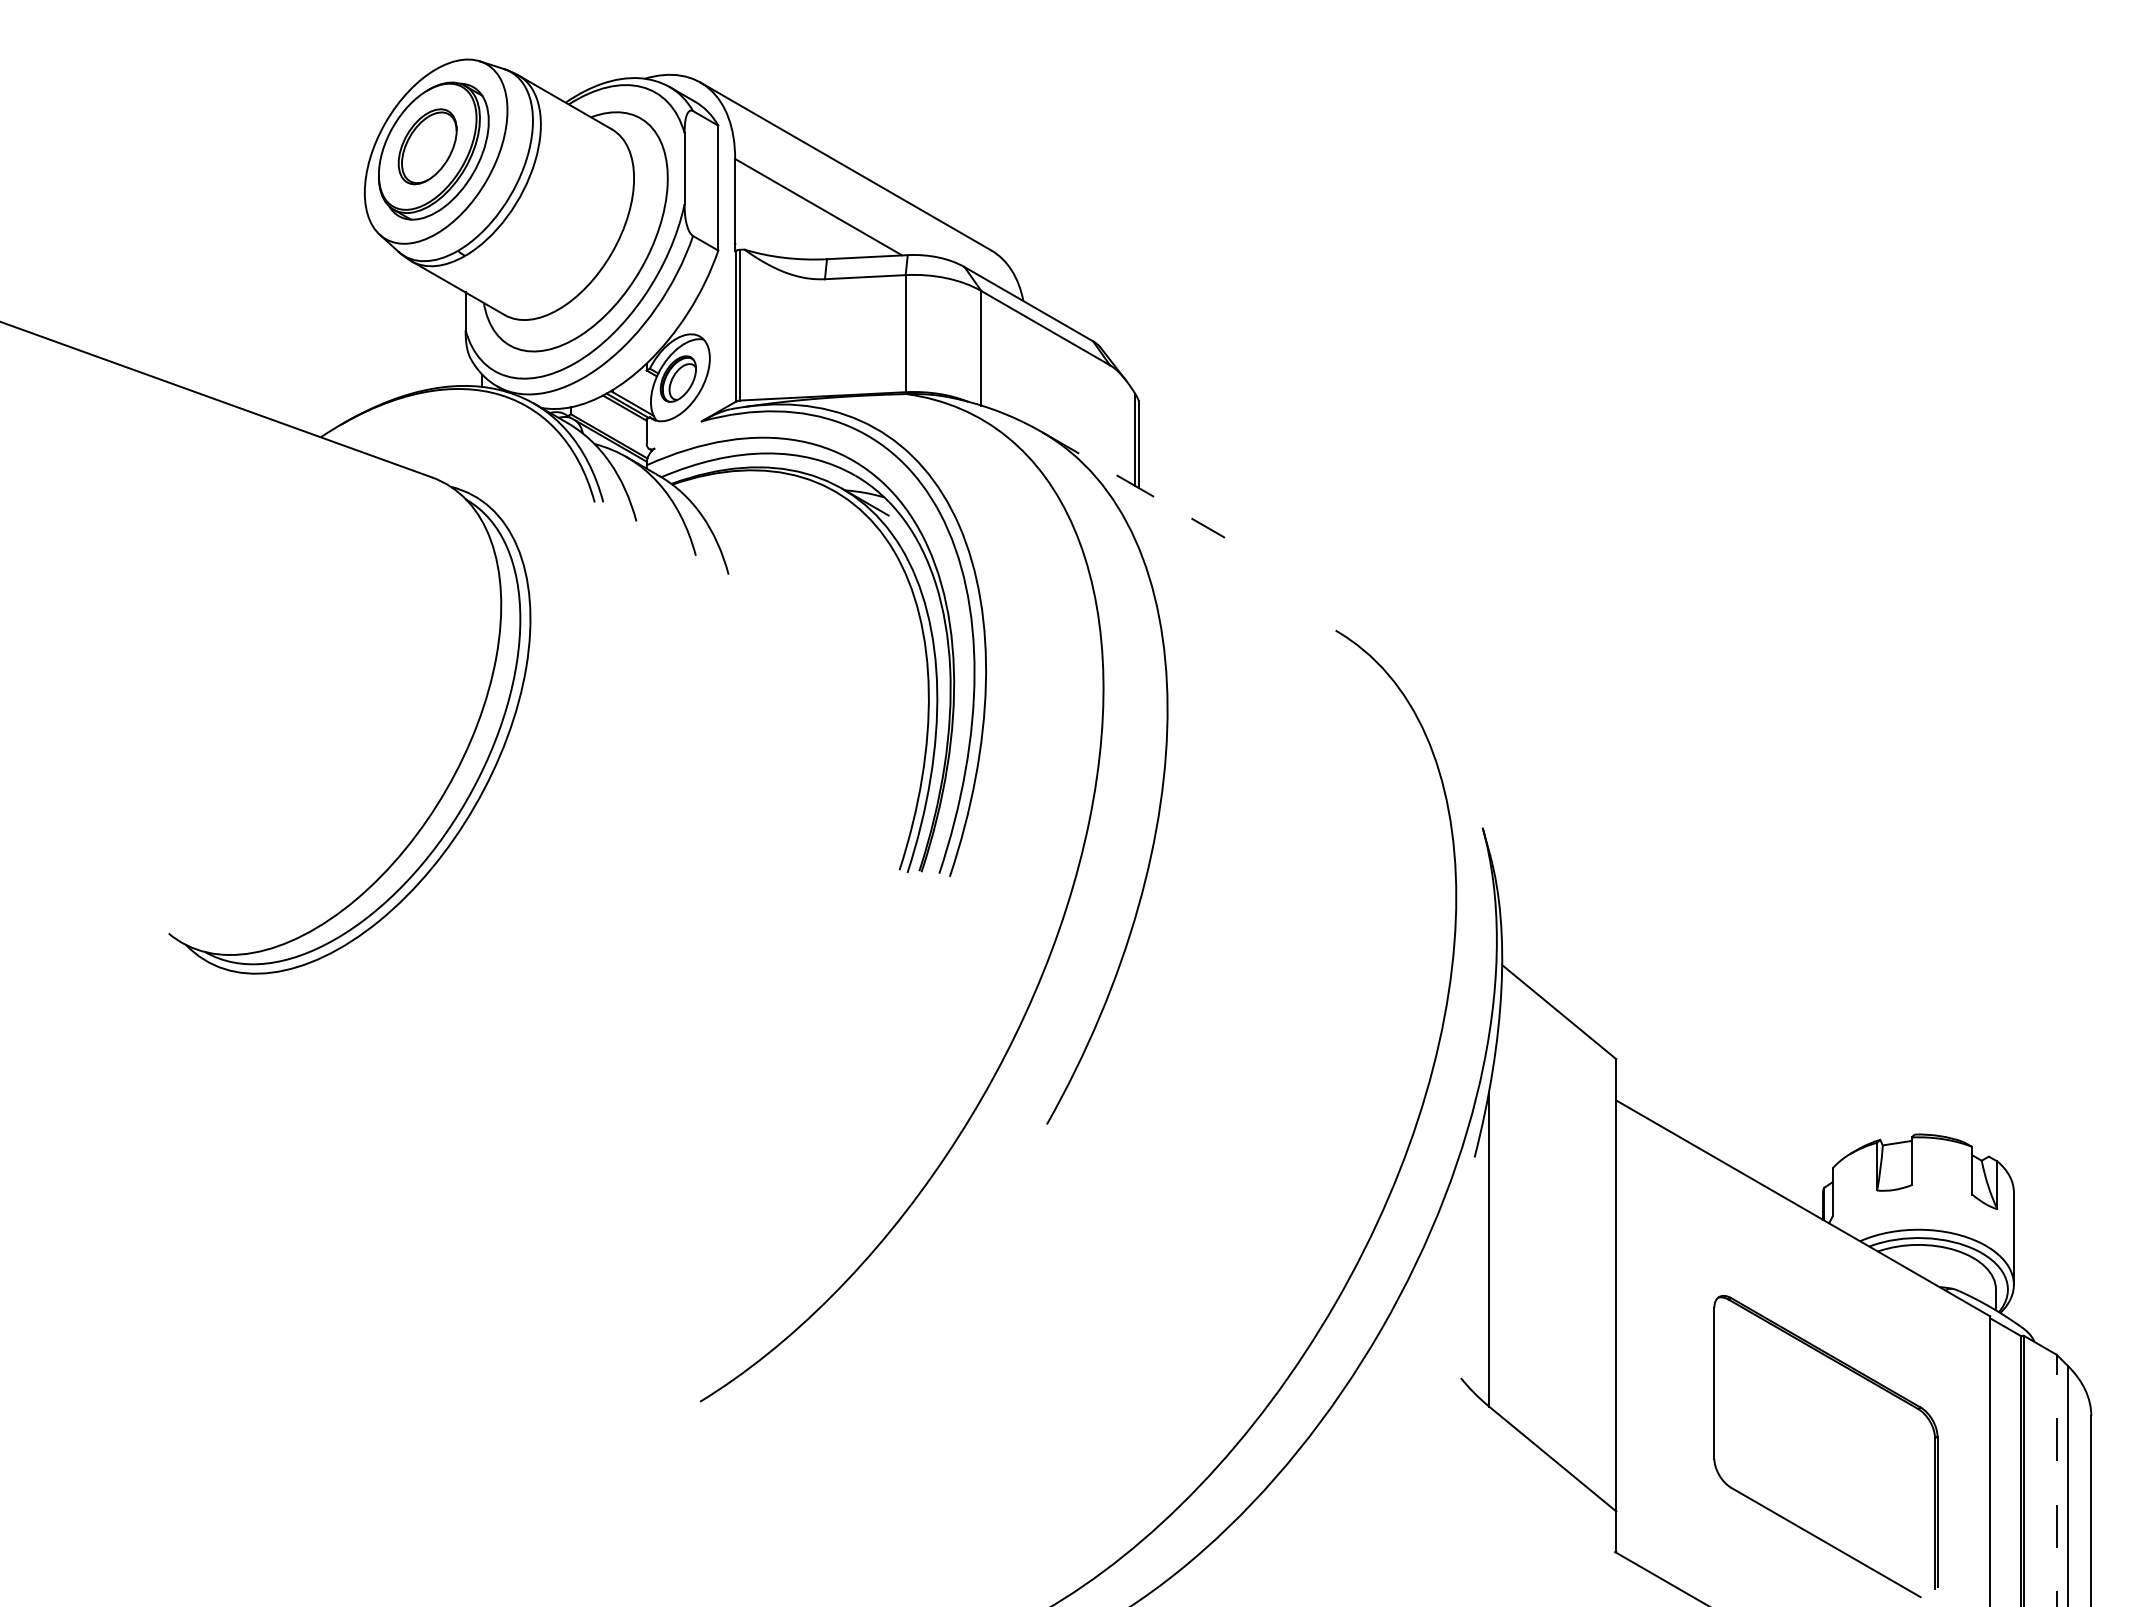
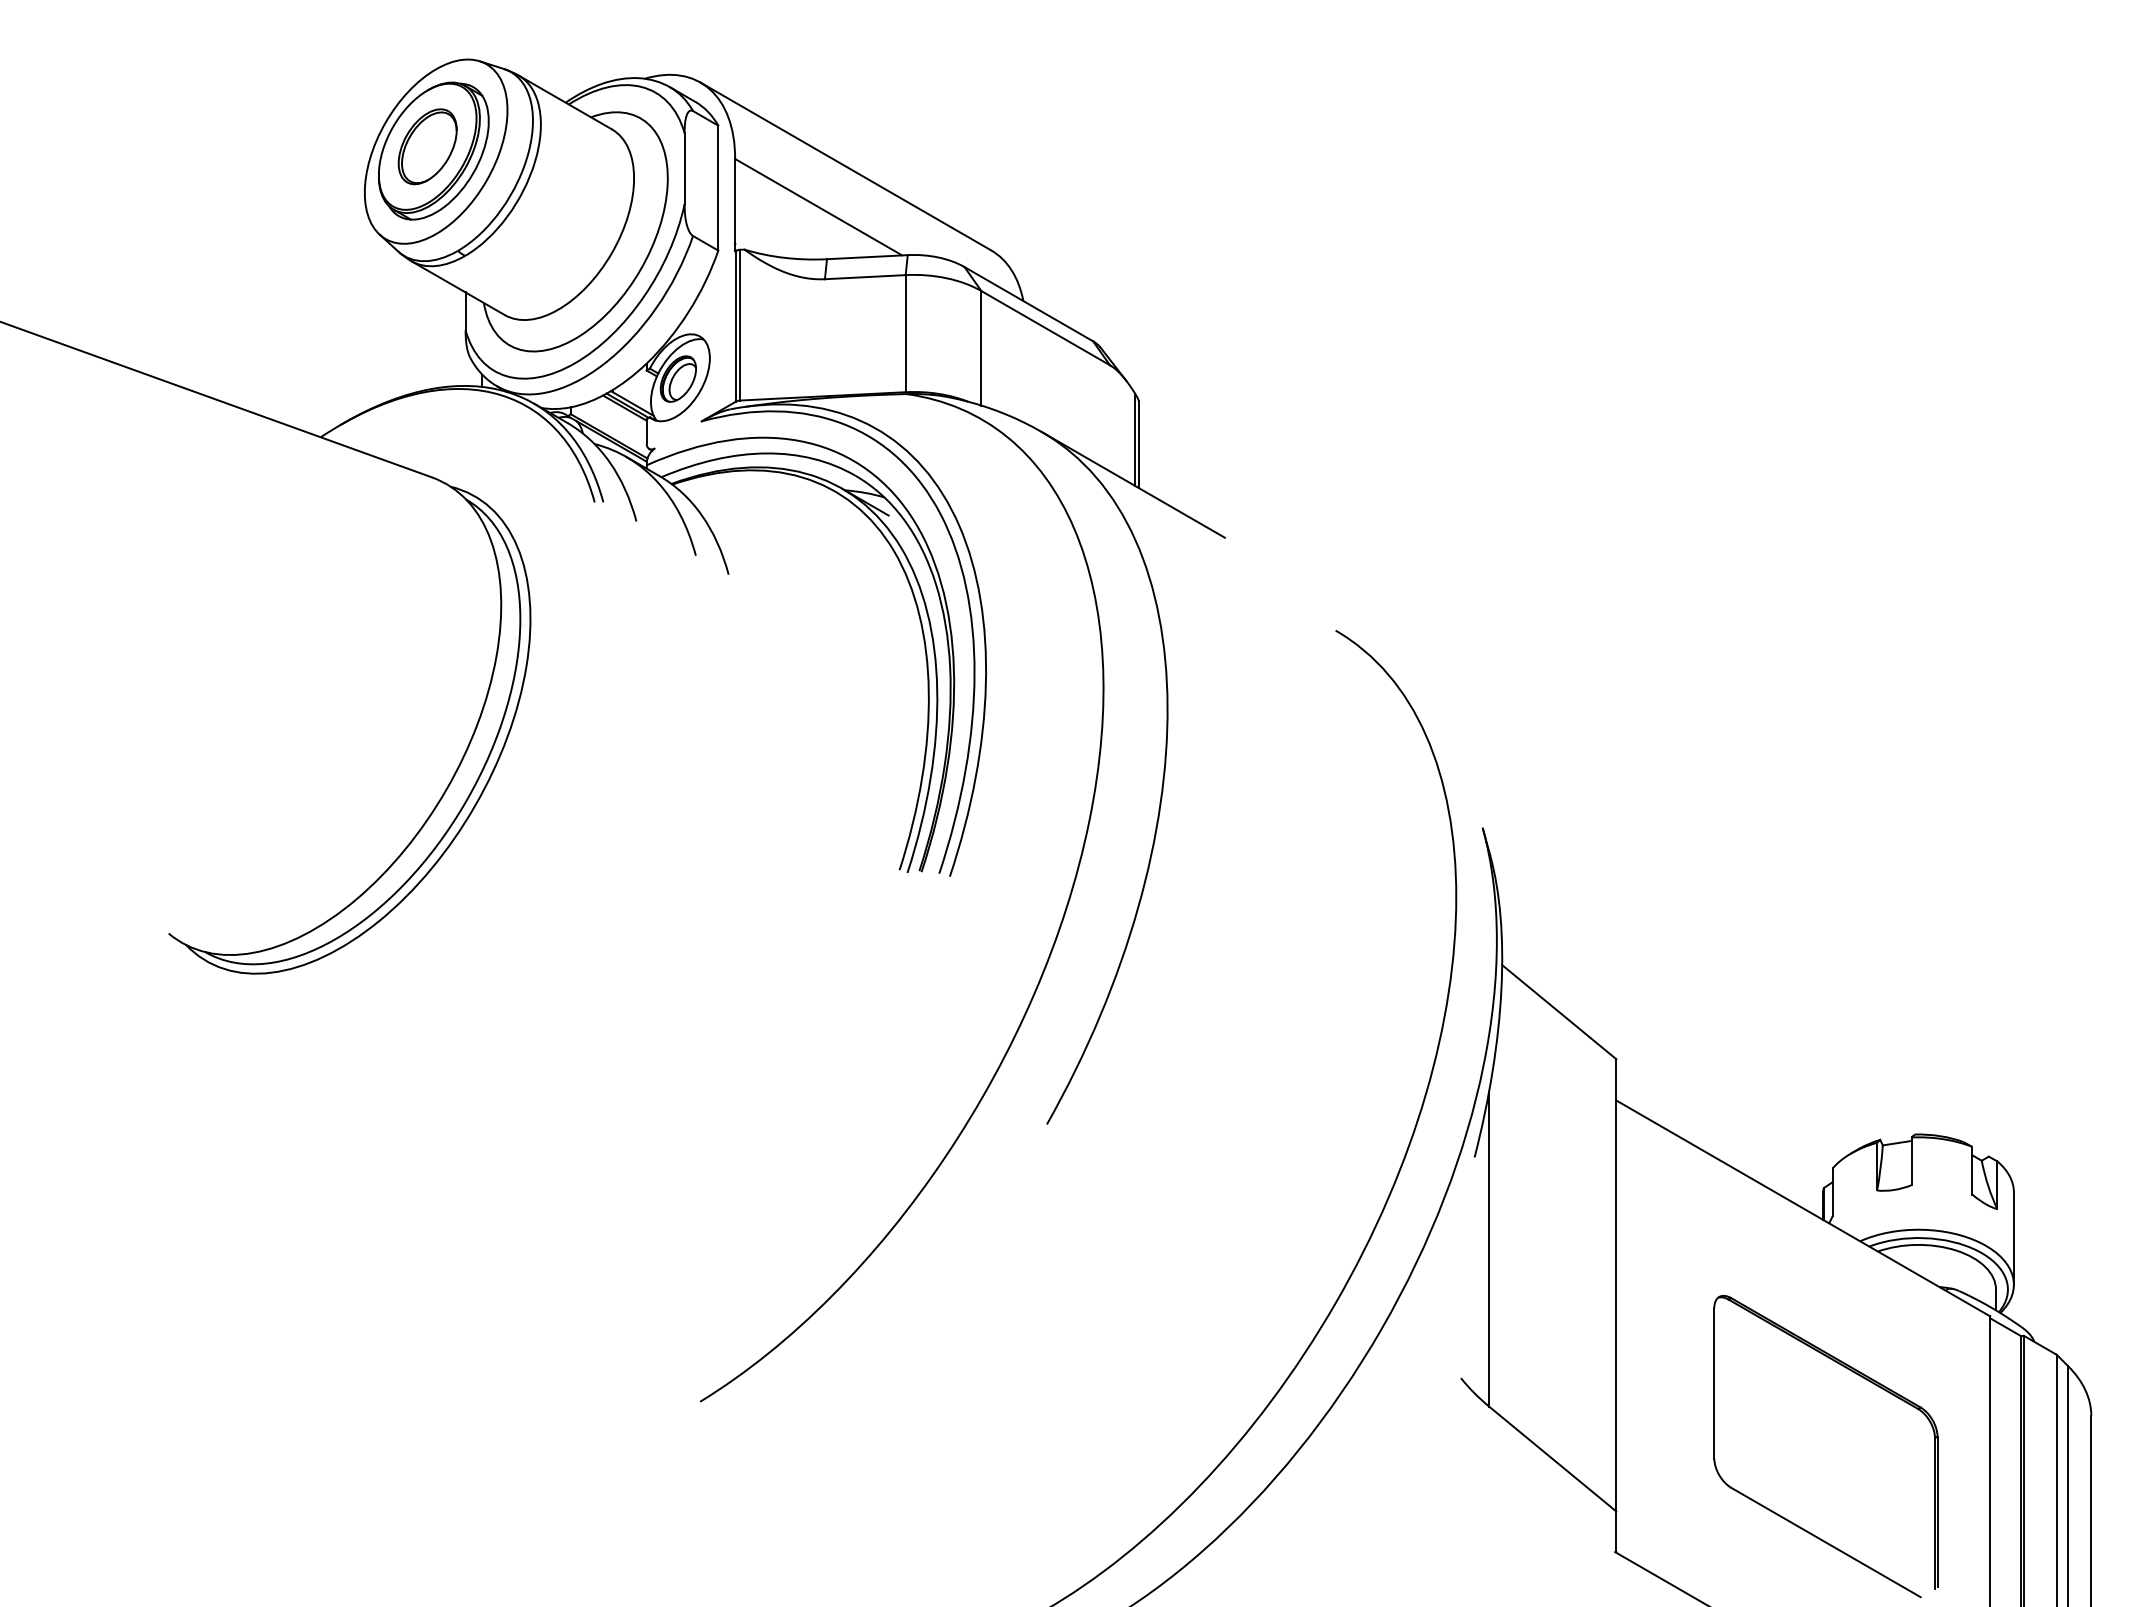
line at (1133, 484): dashed -> solid
line at (2056, 1480): dashed -> solid
